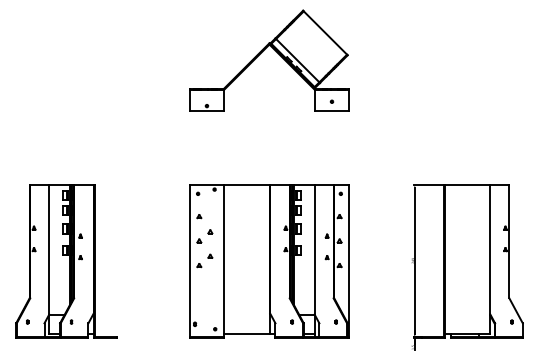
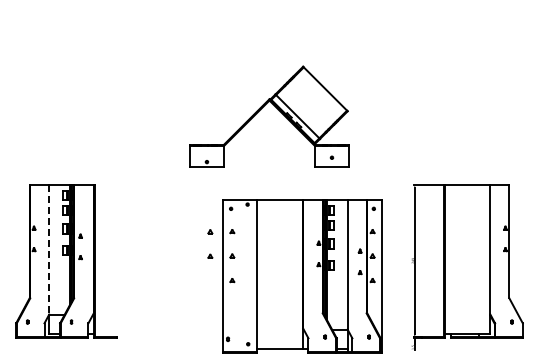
part at (262, 52) position: (262, 52) -> (262, 108)
line at (49, 249): solid -> dashed
part at (269, 261) position: (269, 261) -> (302, 276)
